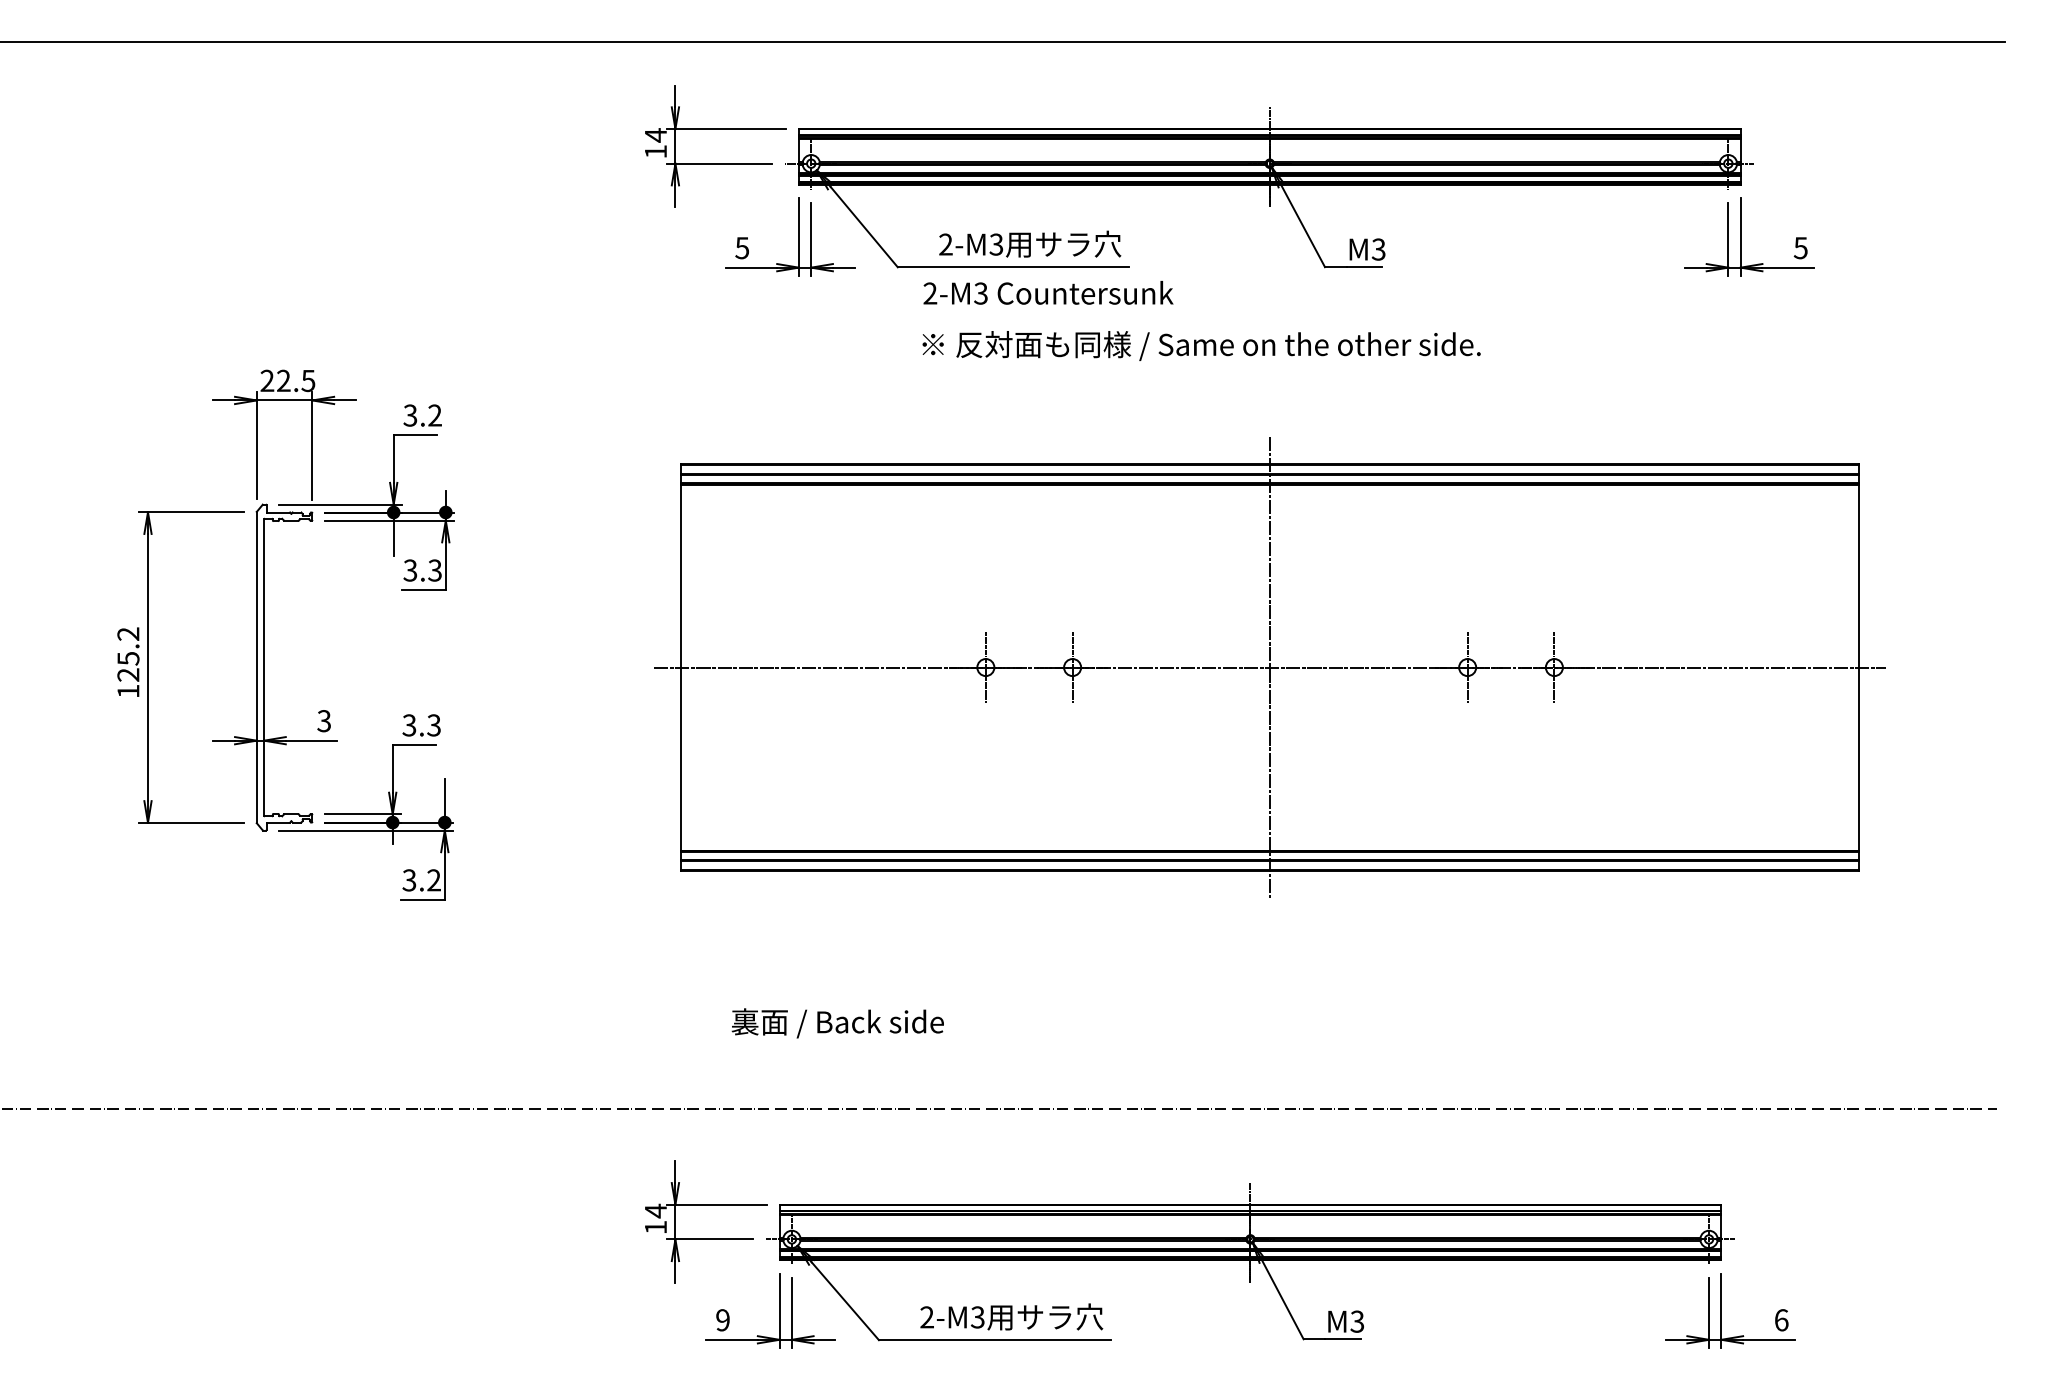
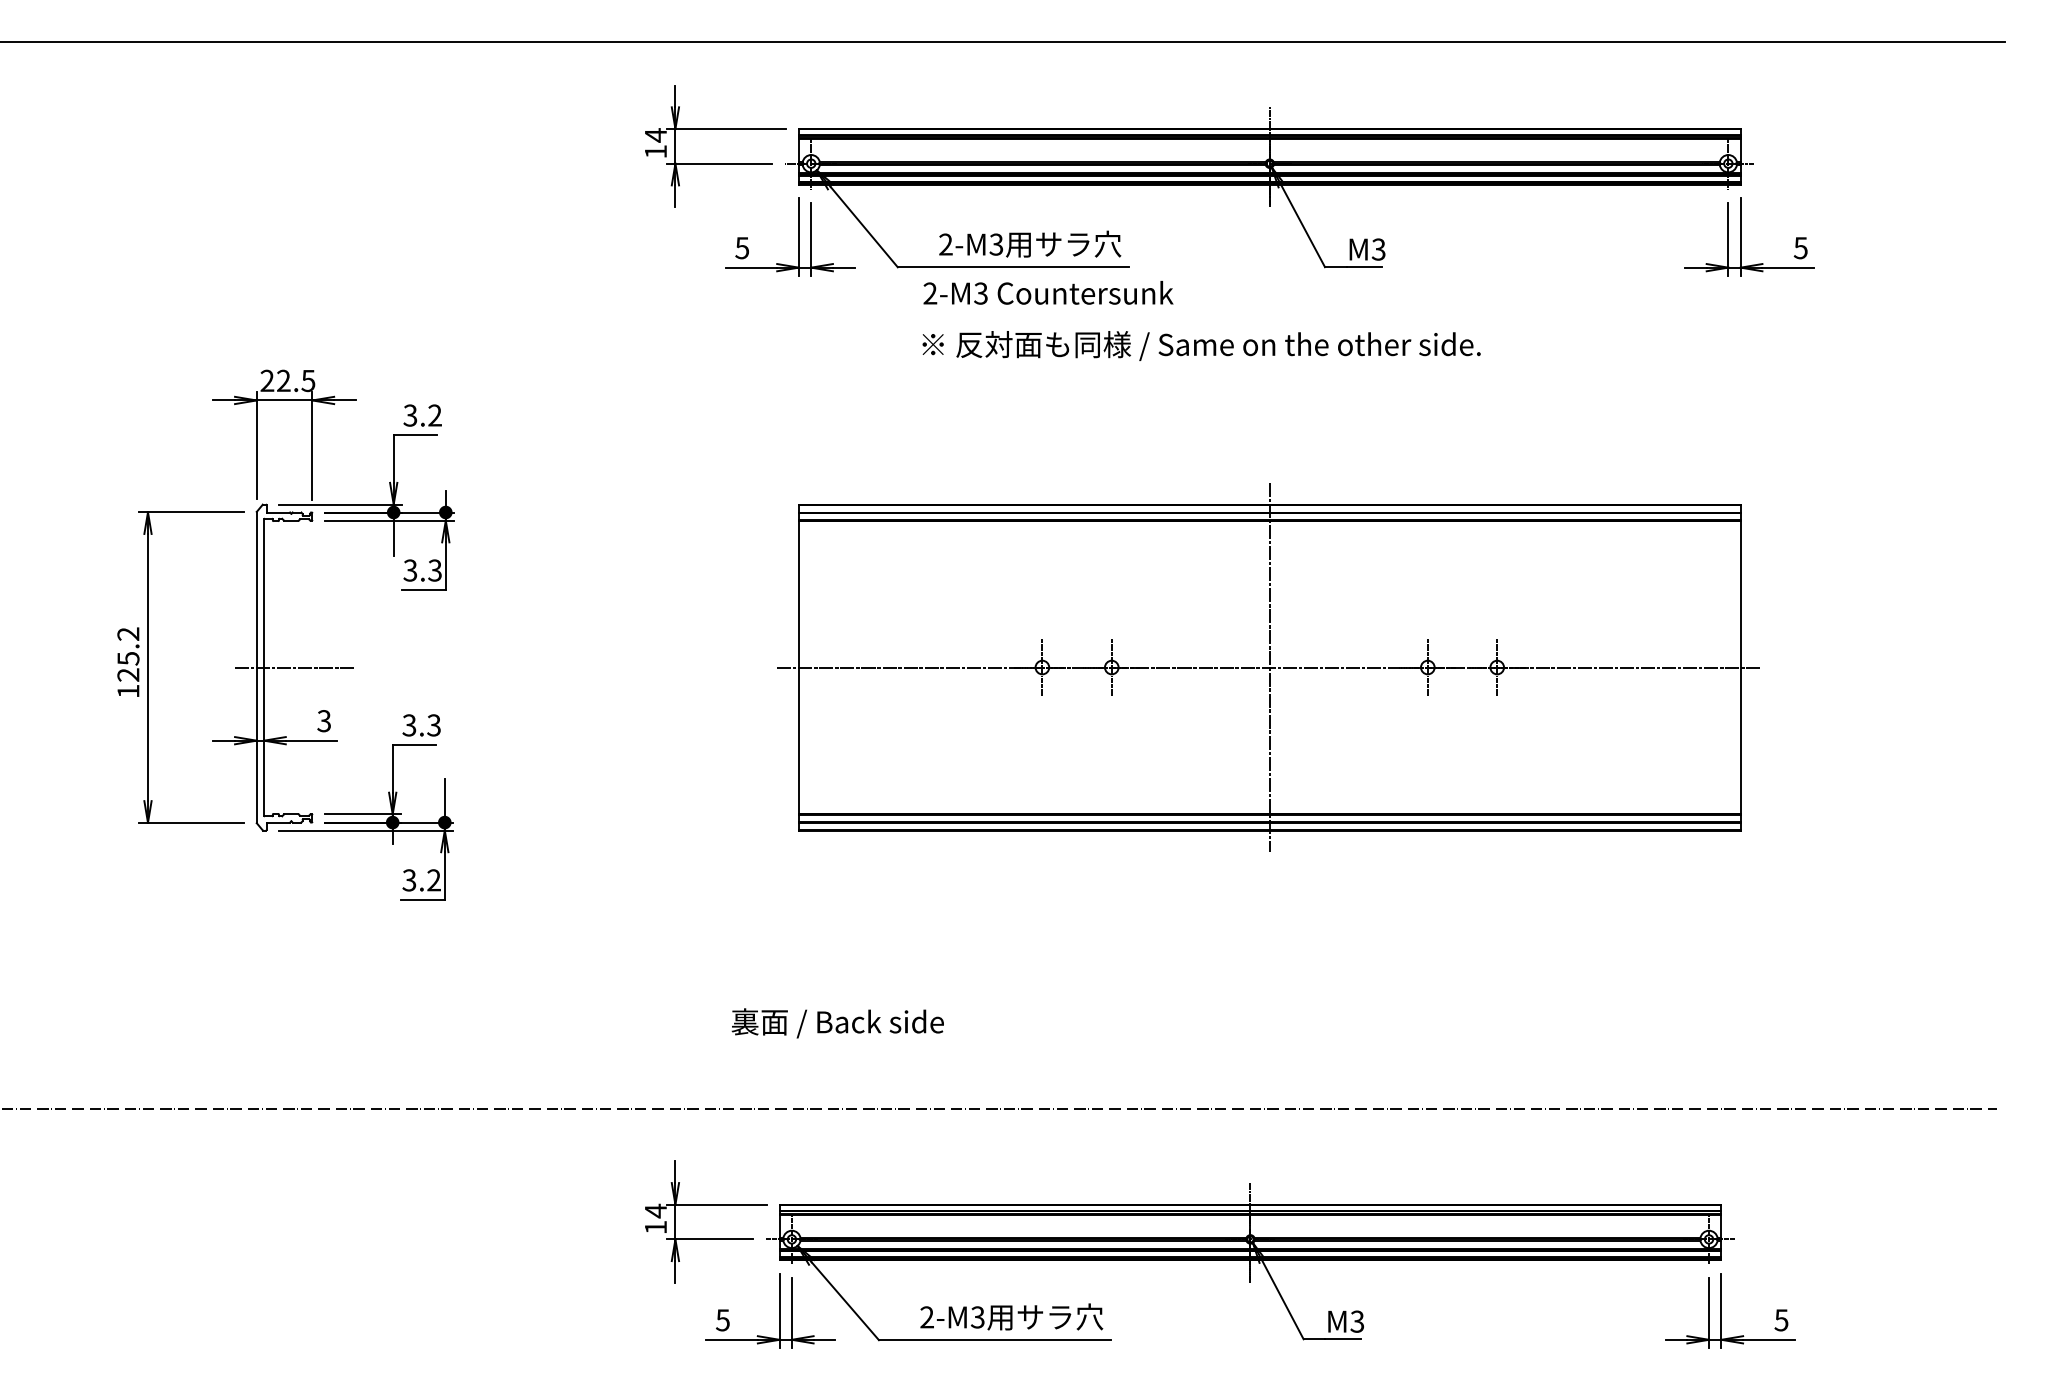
line at (295, 667): none -> present
part at (1269, 667) size: 1232x461 px -> 983x369 px
text at (722, 1320): 9 -> 5
text at (1781, 1320): 6 -> 5
